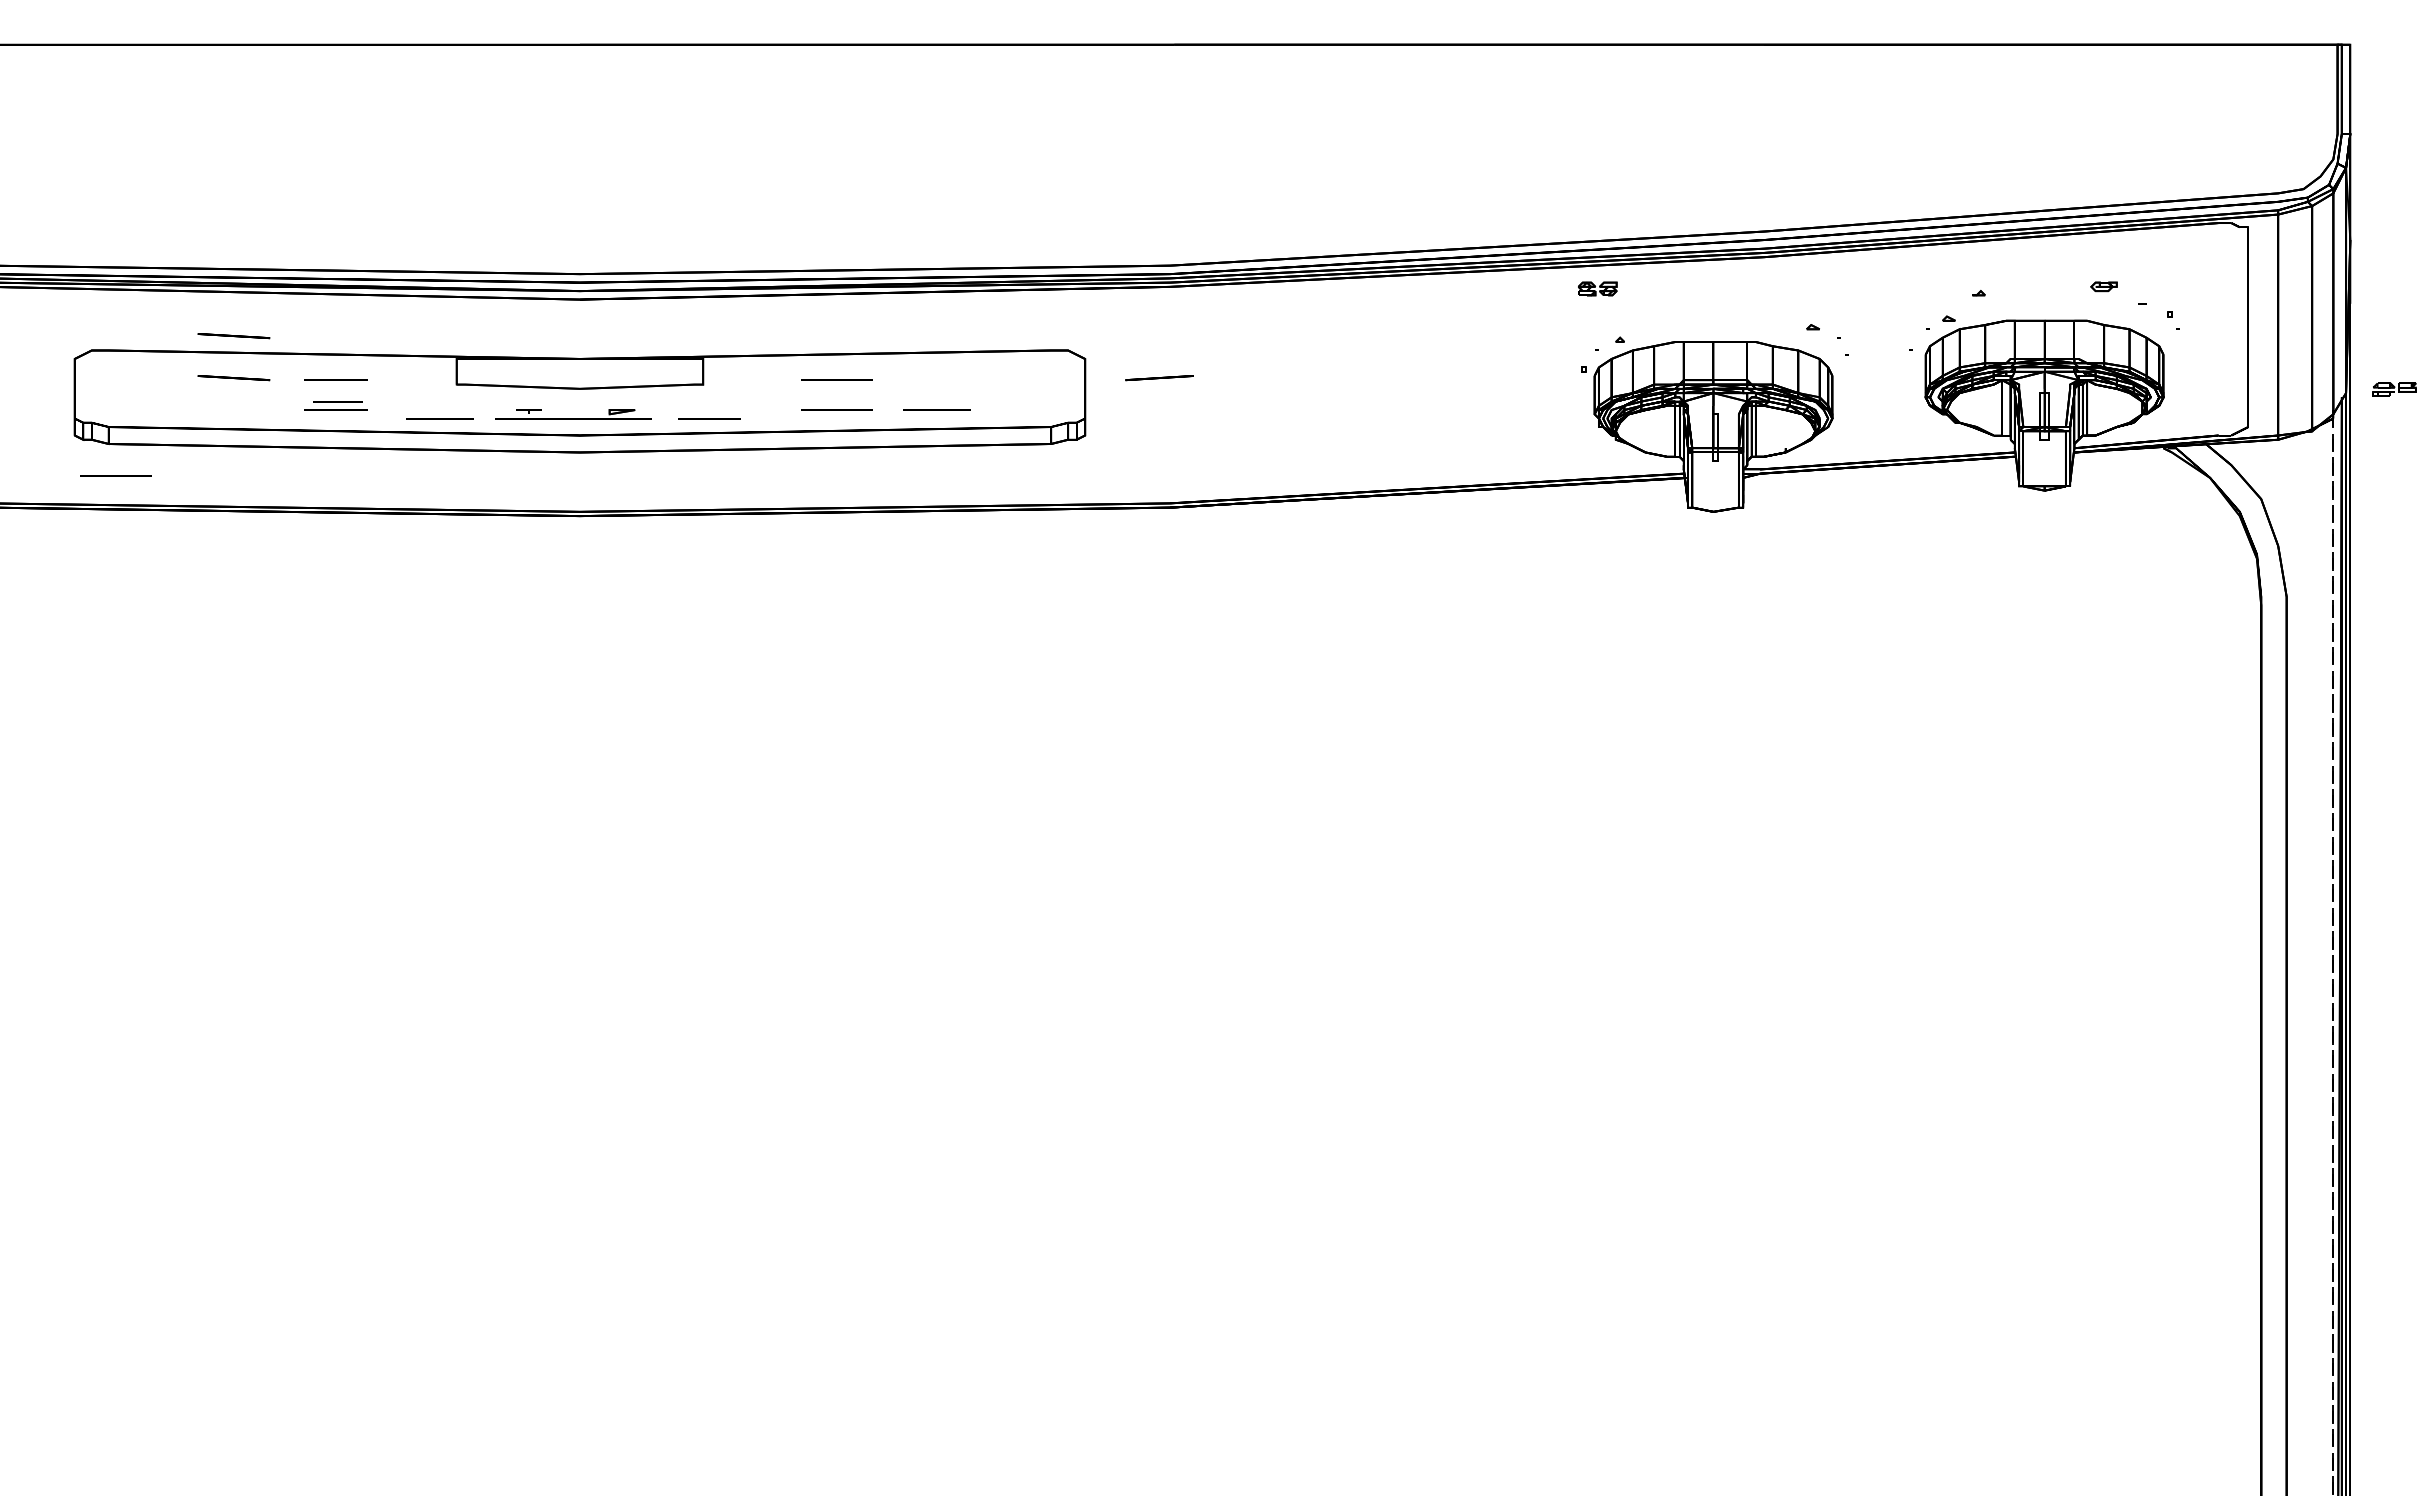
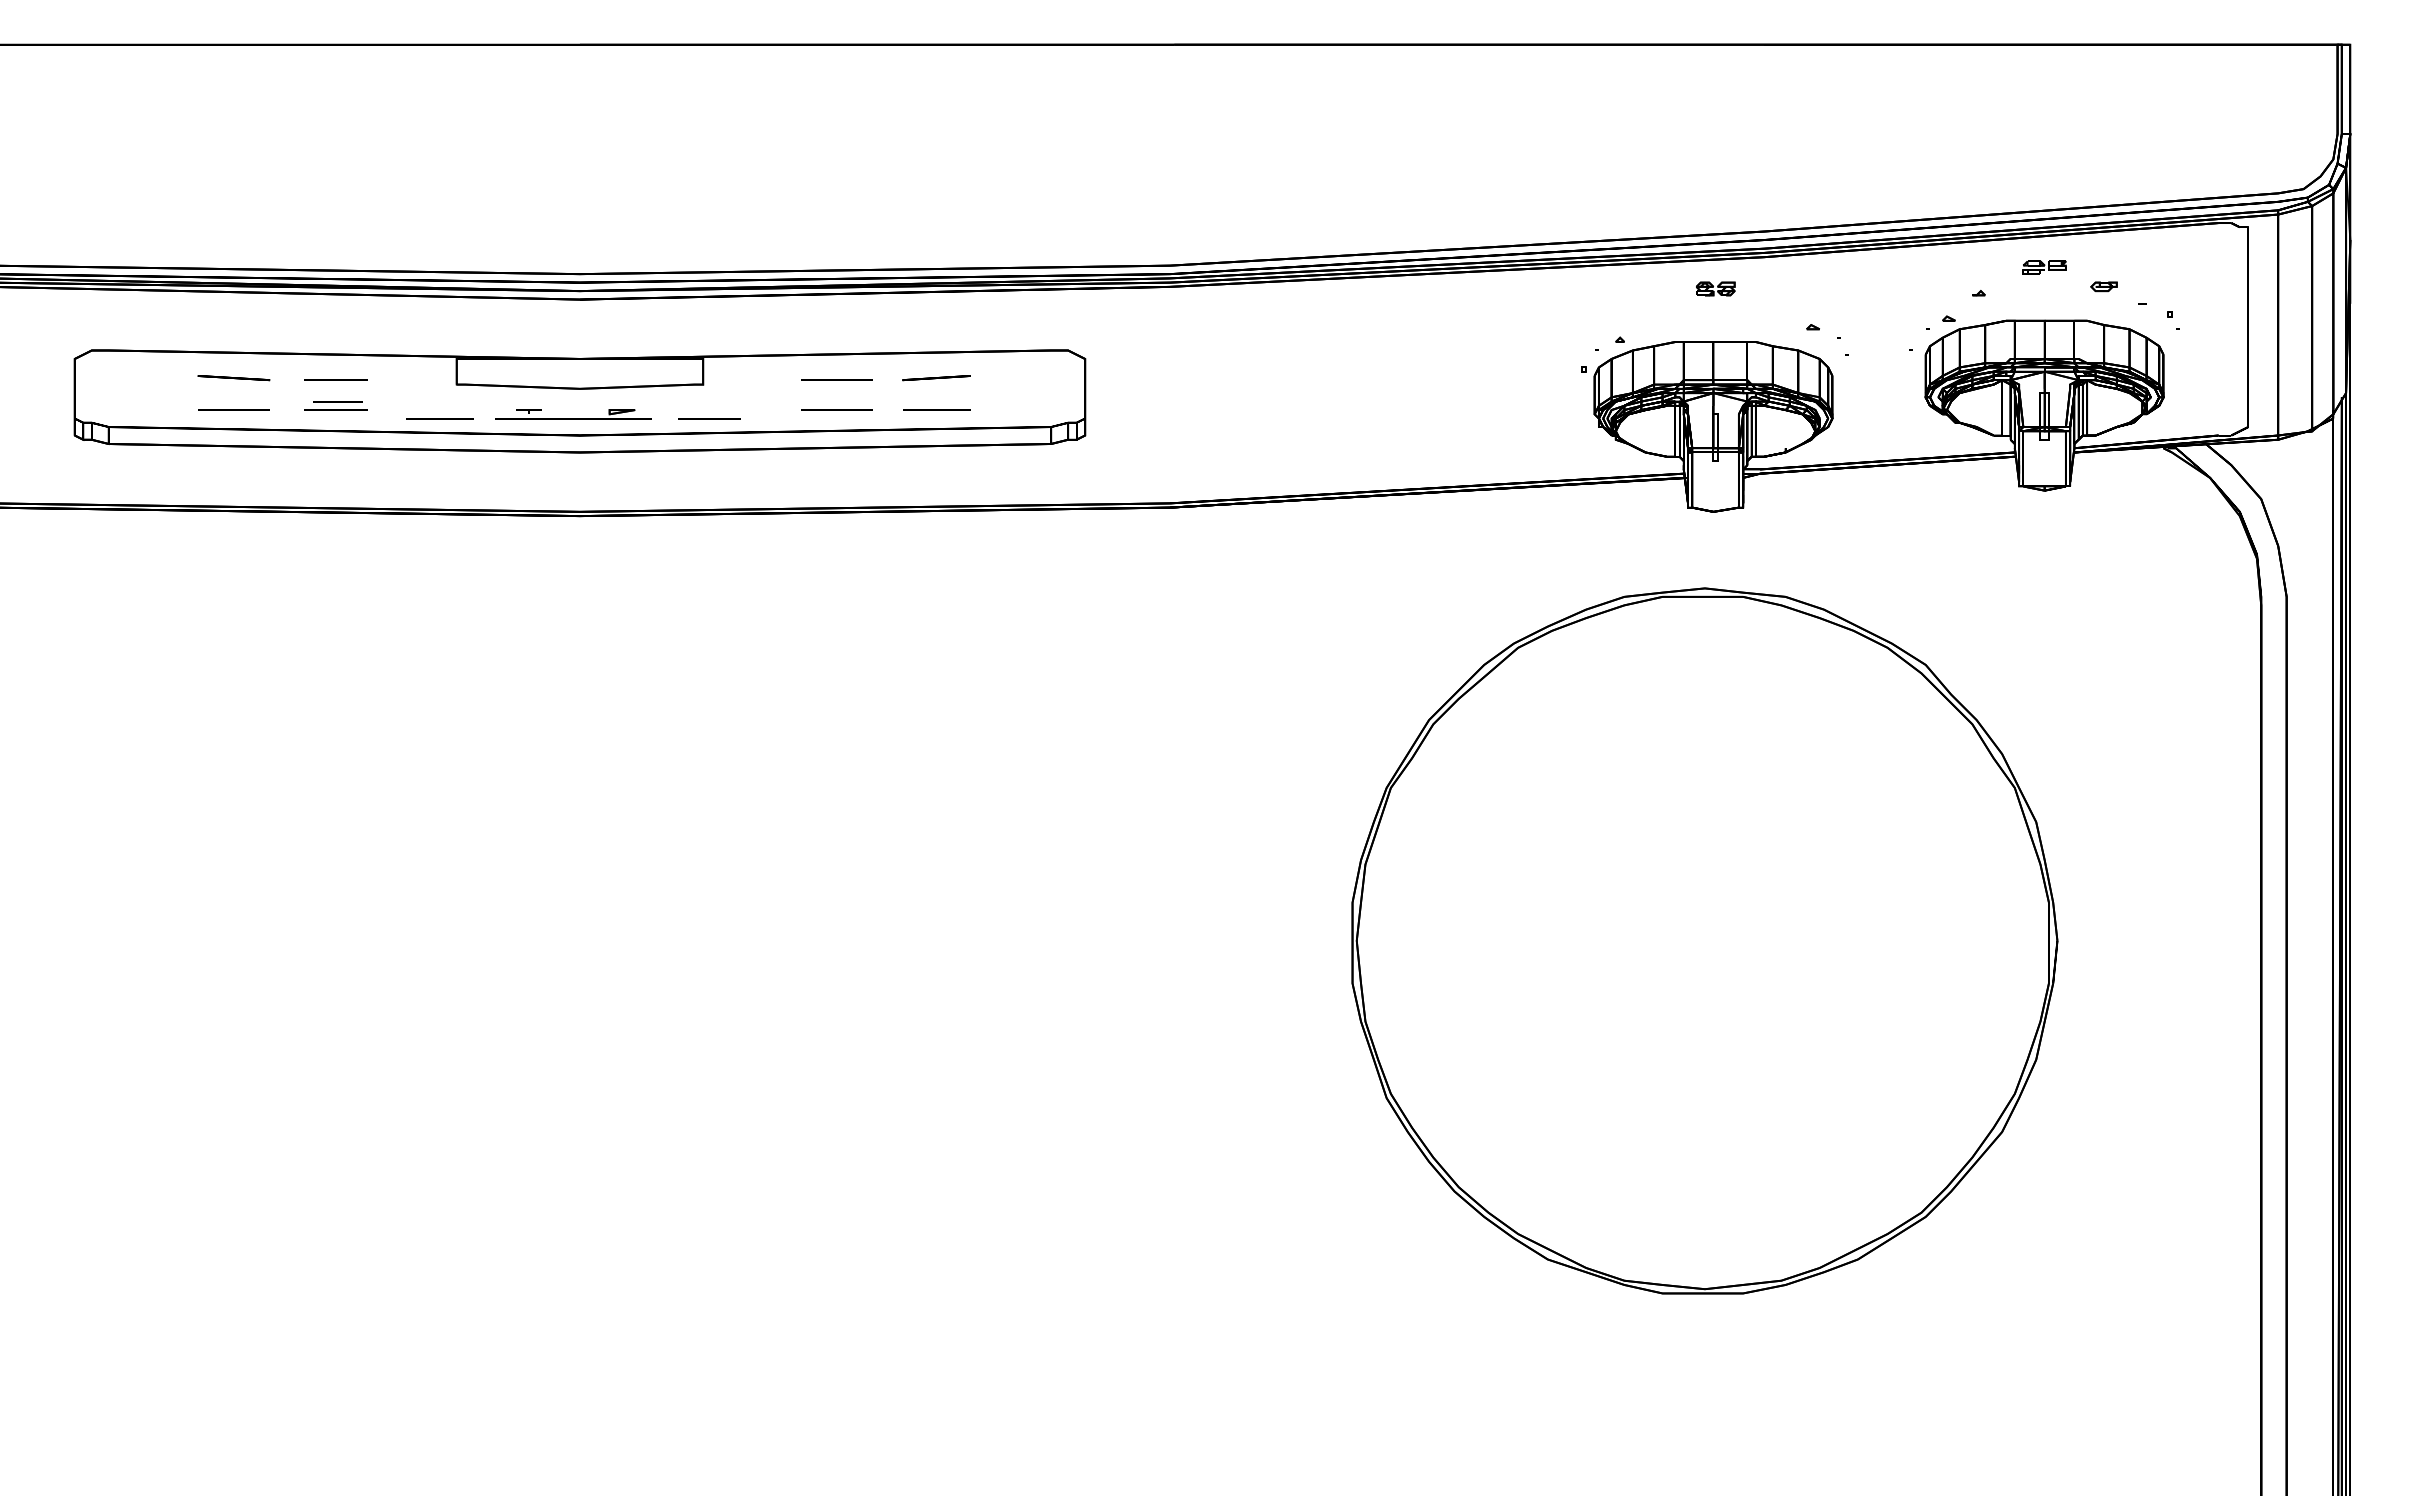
part at (1597, 288) position: (1597, 288) -> (1715, 288)
line at (233, 336): present -> none
line at (1159, 378) position: (1159, 378) -> (936, 378)
part at (2394, 389) position: (2394, 389) -> (2044, 267)
line at (115, 475) position: (115, 475) -> (233, 409)
part at (1704, 940): none -> present
line at (2333, 952): dashed -> solid
